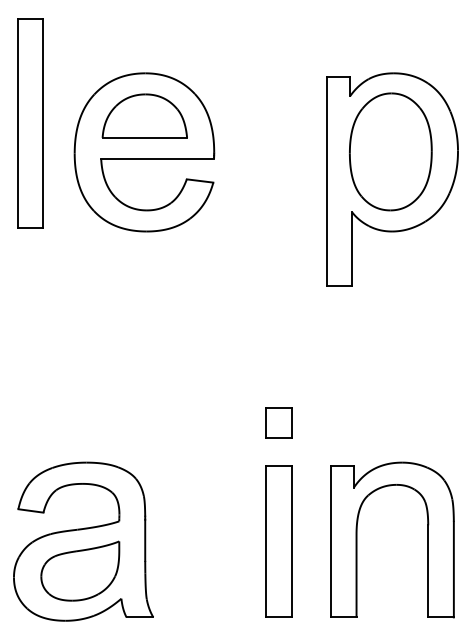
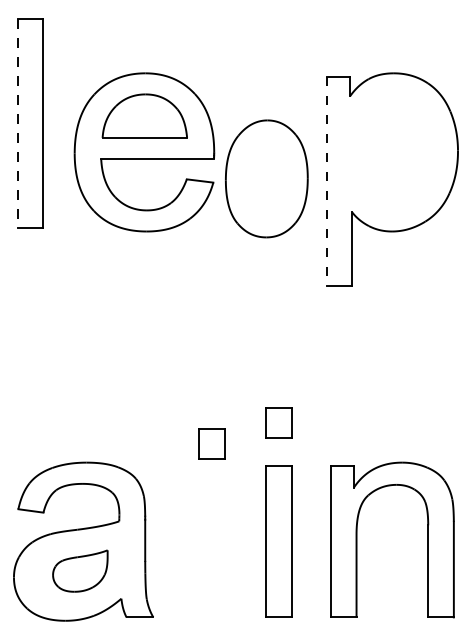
line at (17, 124): solid -> dashed
part at (390, 151) position: (390, 151) -> (266, 178)
line at (326, 181): solid -> dashed
part at (211, 443): none -> present
part at (80, 570) size: 81x62 px -> 57x44 px
